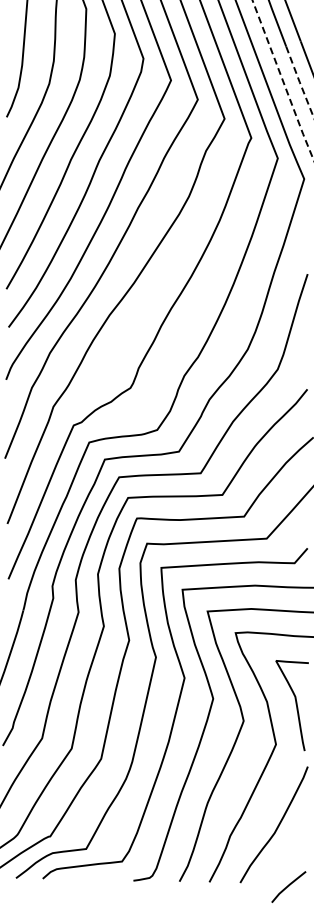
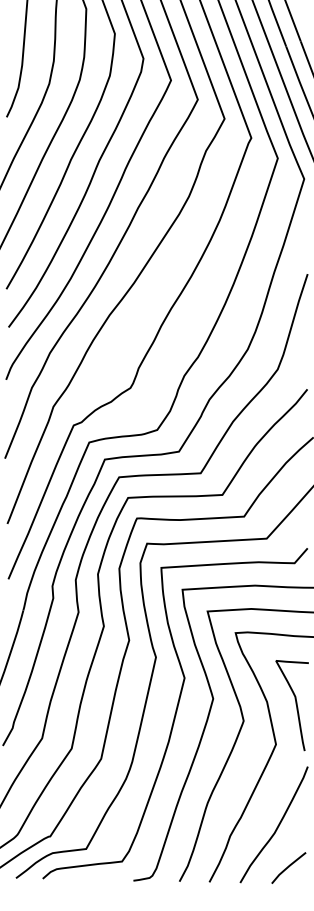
line at (283, 81): dashed -> solid
line at (299, 82): dashed -> solid
line at (288, 886) position: (288, 886) -> (288, 867)
